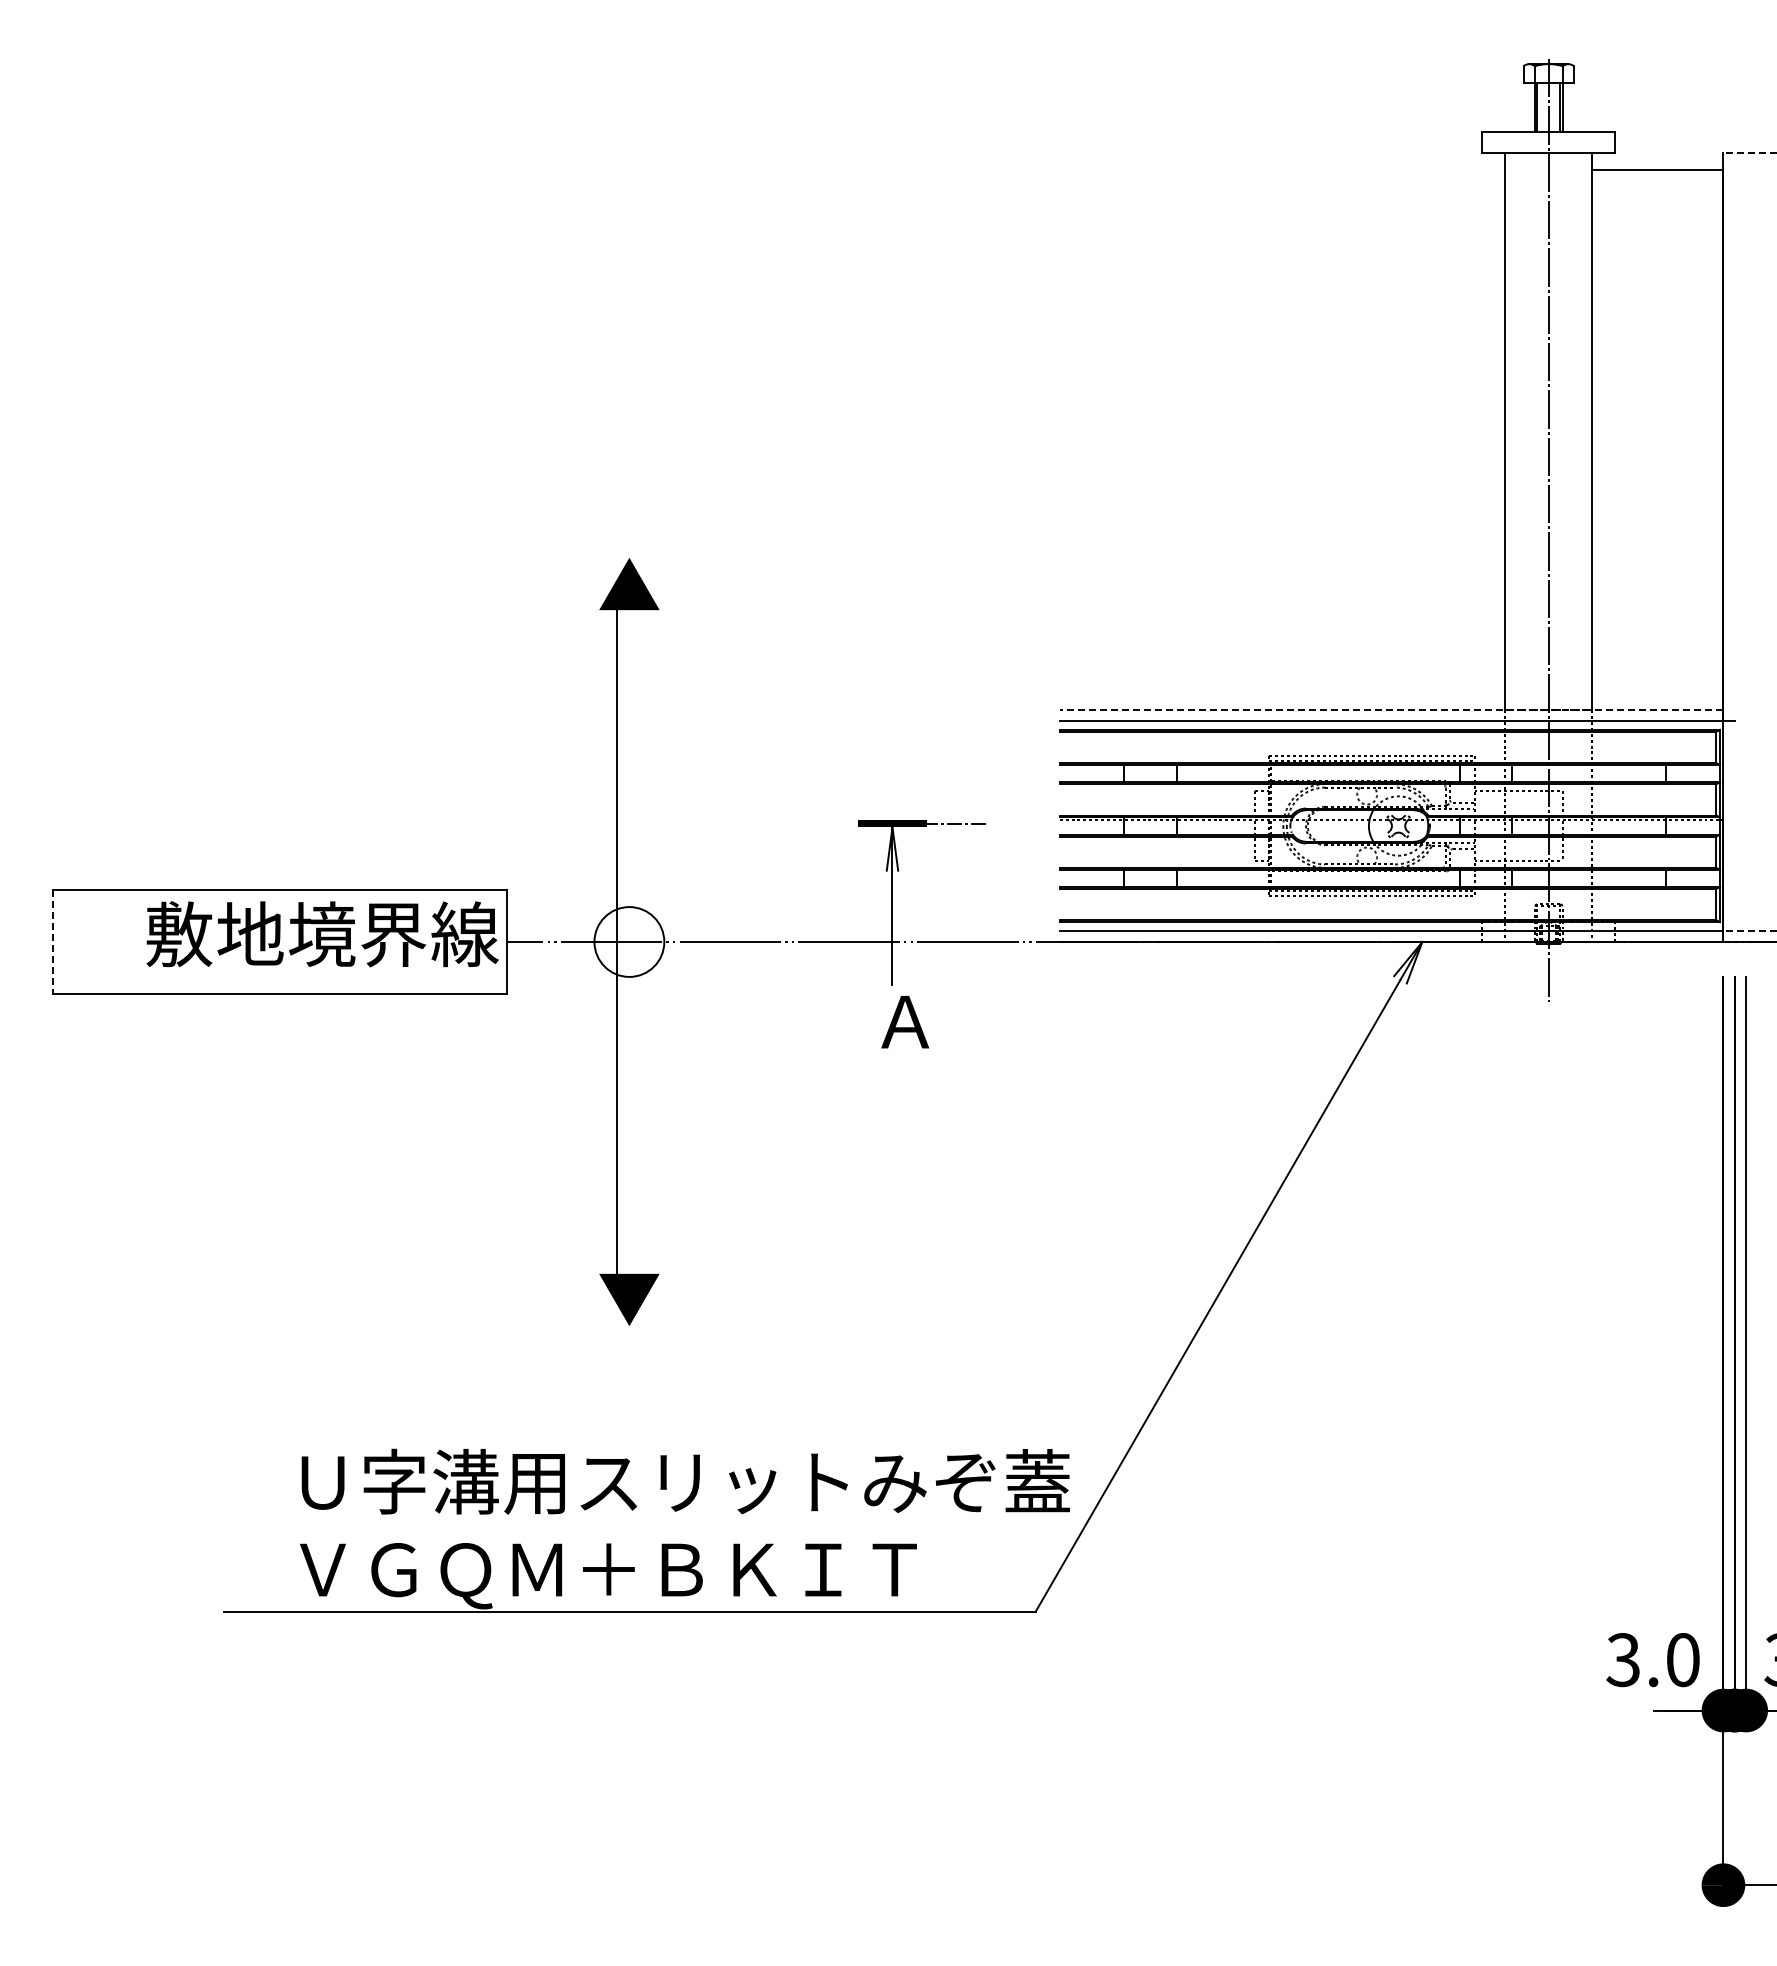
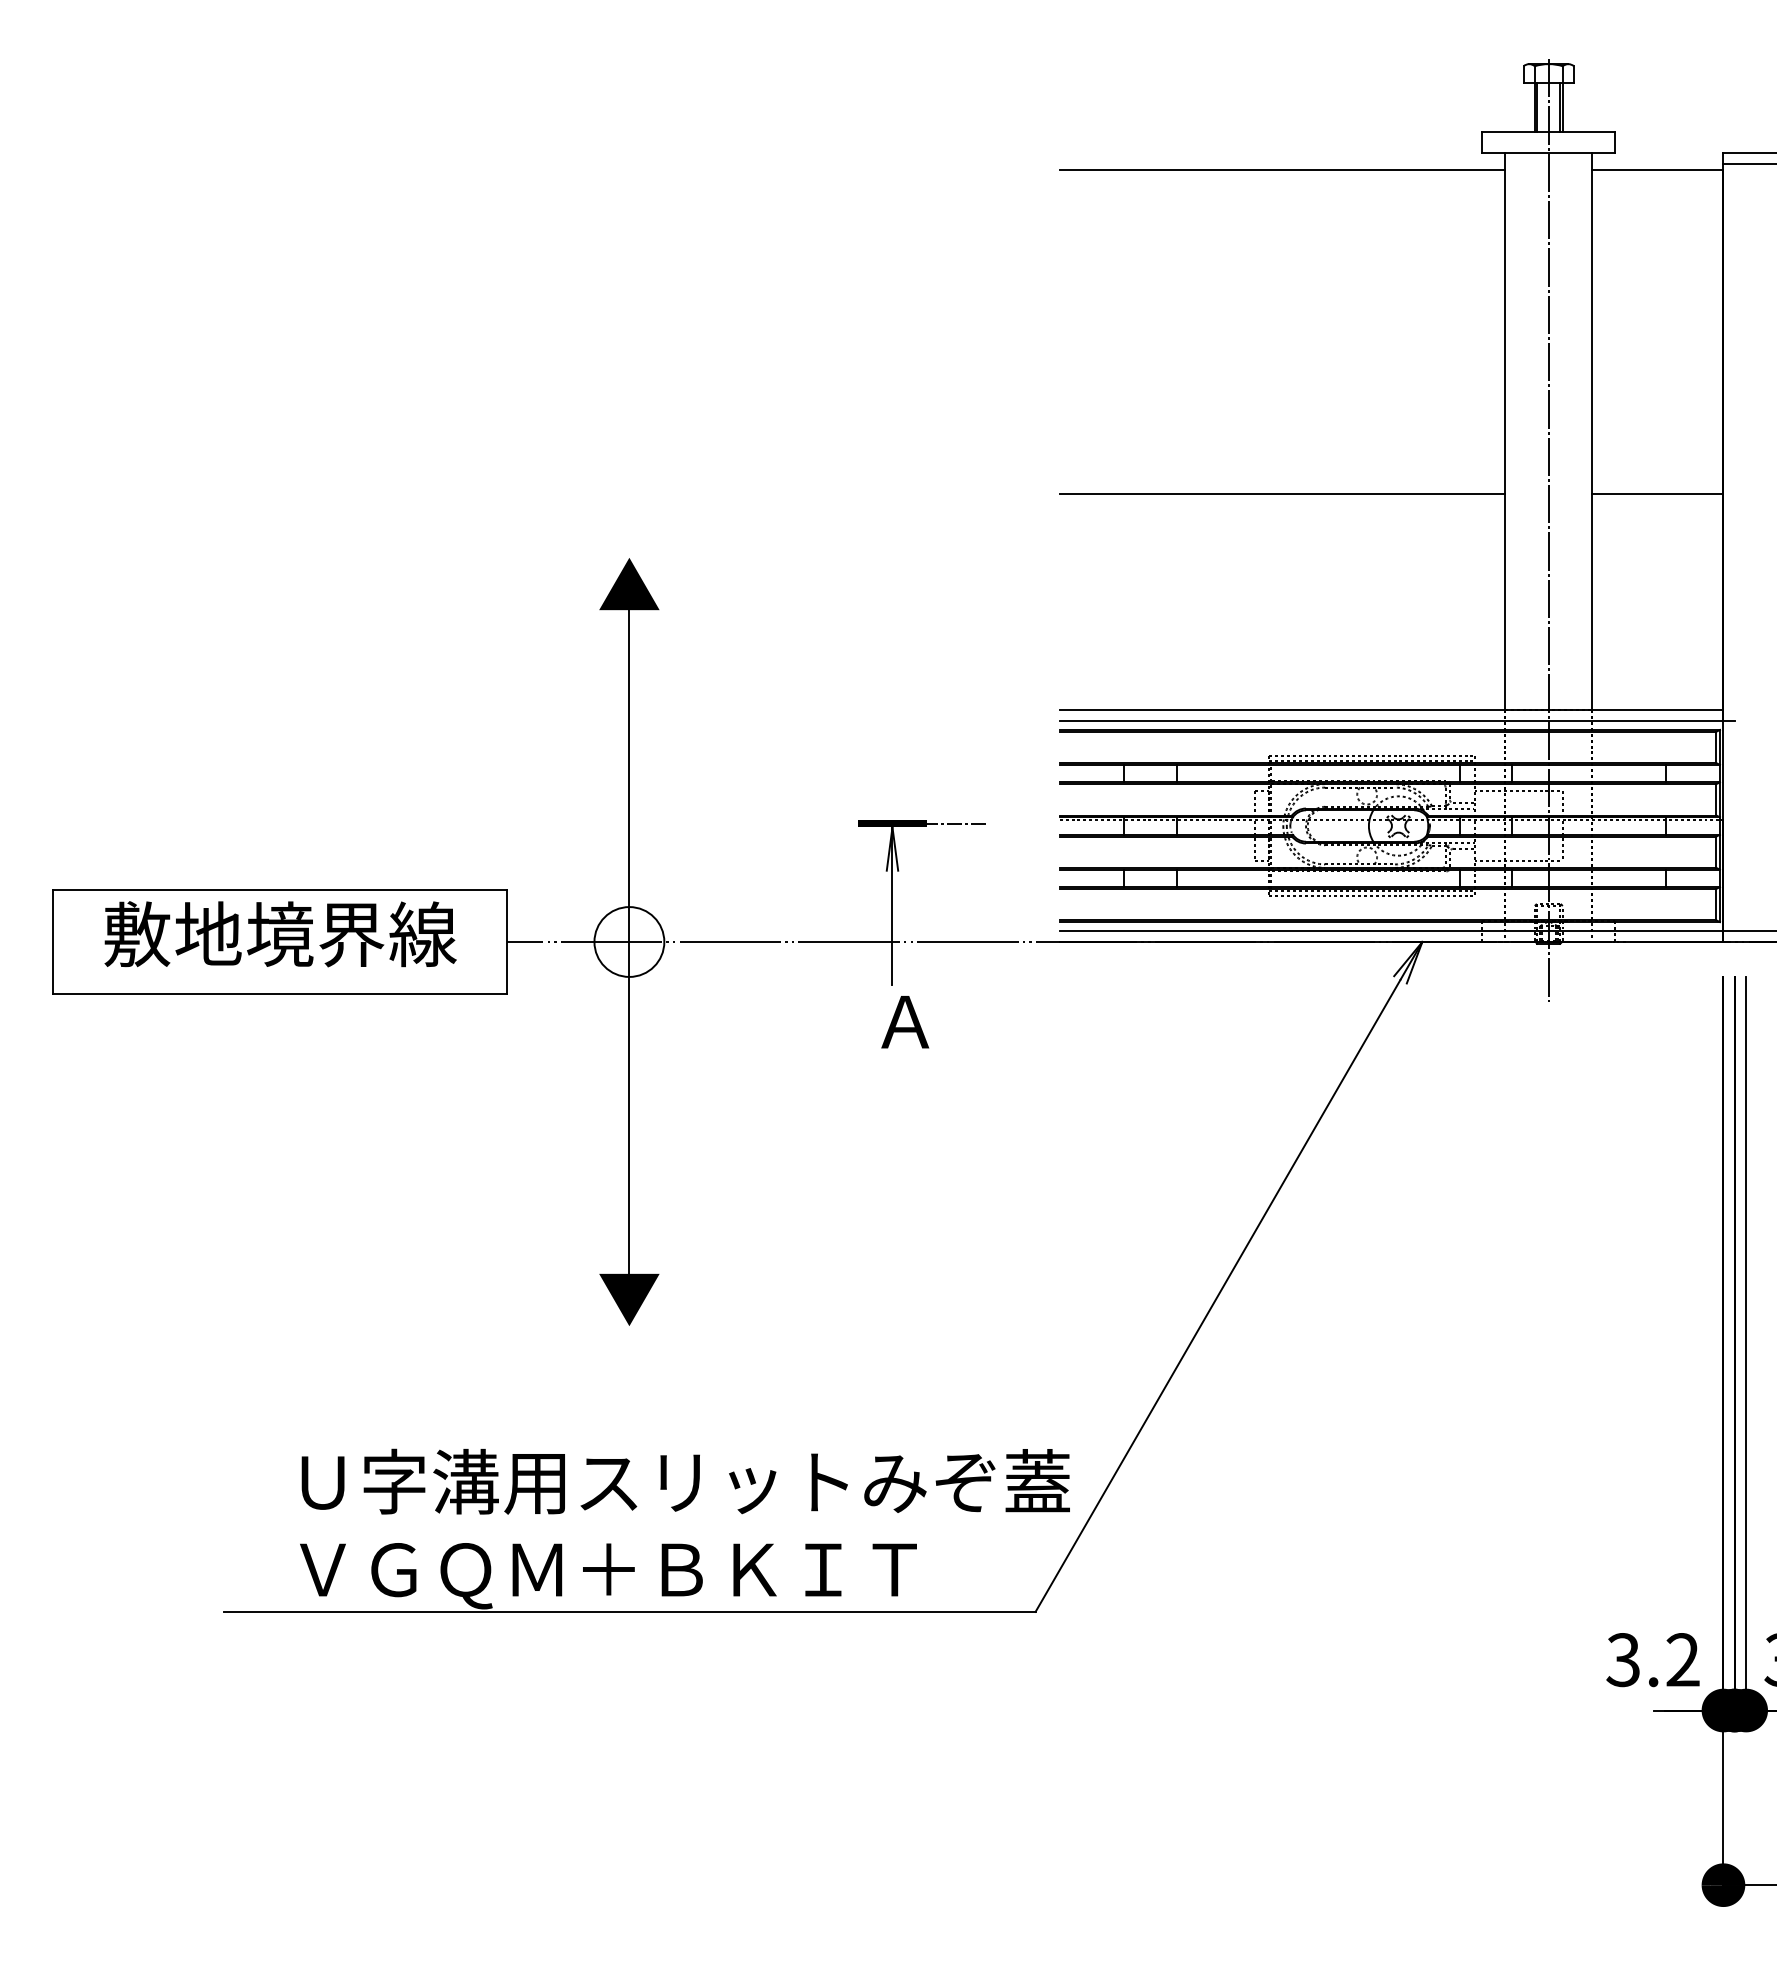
line at (1749, 152): dashed -> solid
line at (1748, 163): none -> present
line at (1282, 169): none -> present
line at (1282, 494): none -> present
line at (1657, 494): none -> present
line at (1391, 710): dashed -> solid
line at (1749, 930): dashed -> solid
text at (322, 934) position: (322, 934) -> (280, 934)
line at (617, 941) position: (617, 941) -> (629, 941)
line at (53, 942): dashed -> solid
text at (1682, 1660): 3.0 -> 3.2
